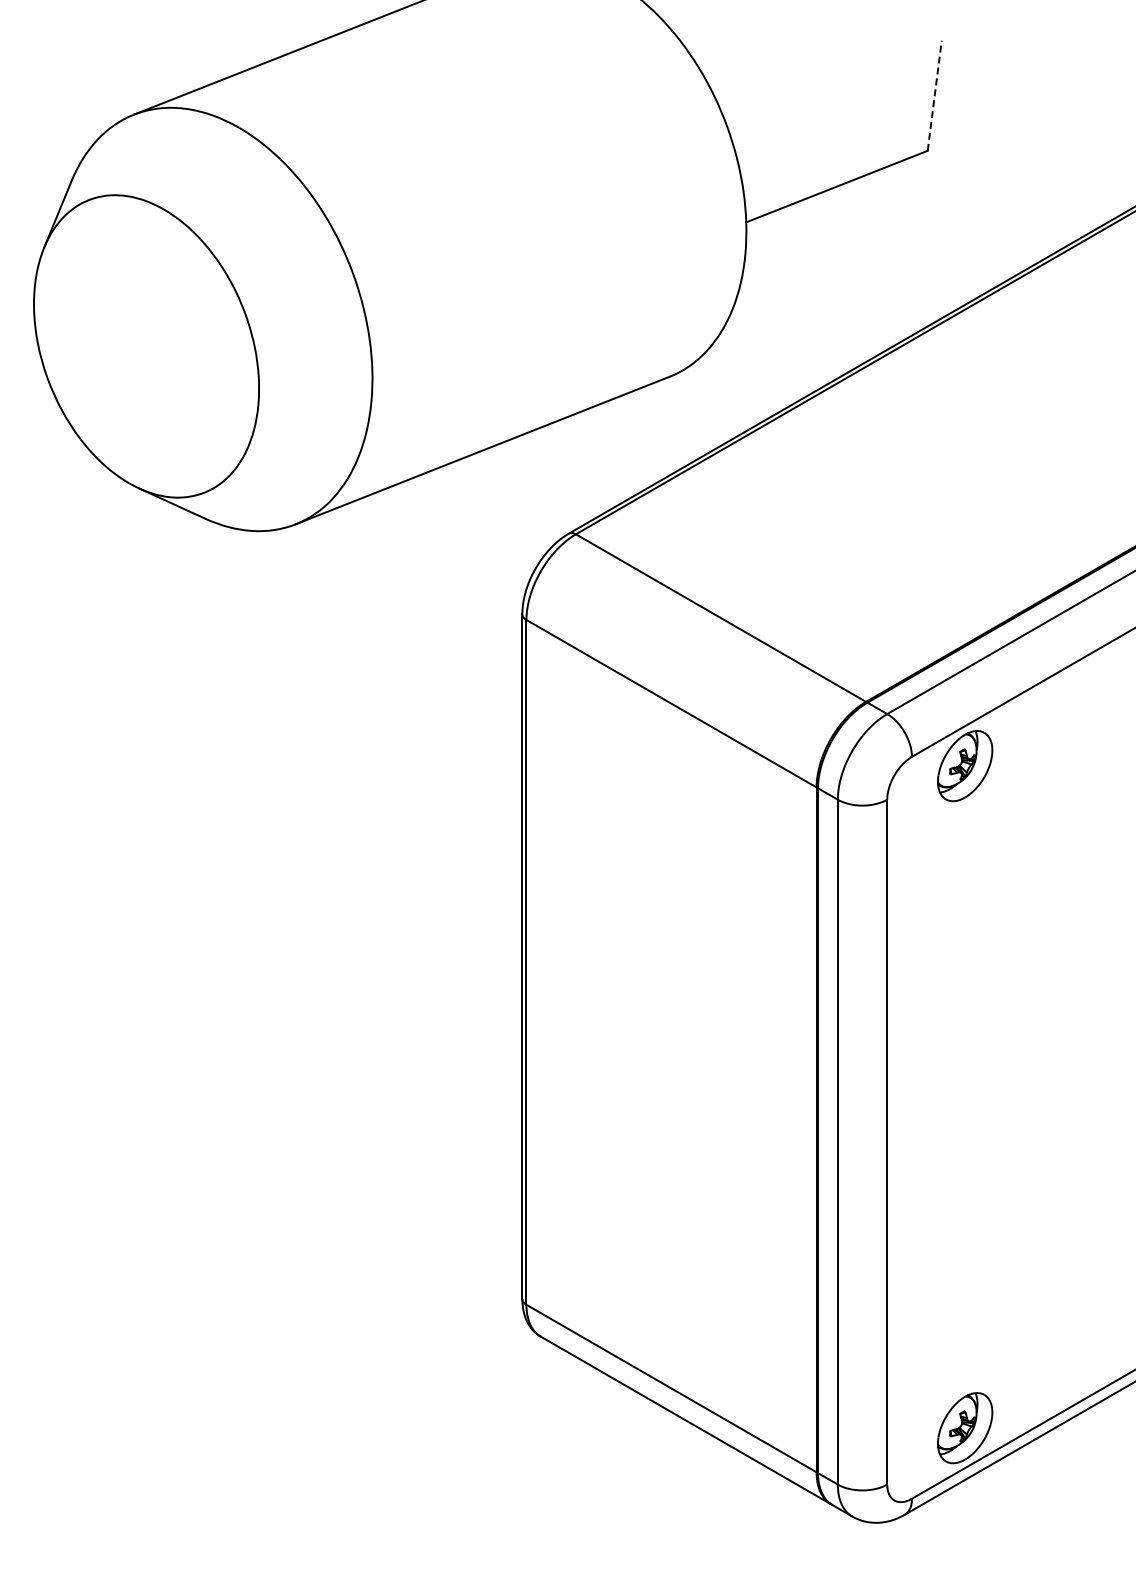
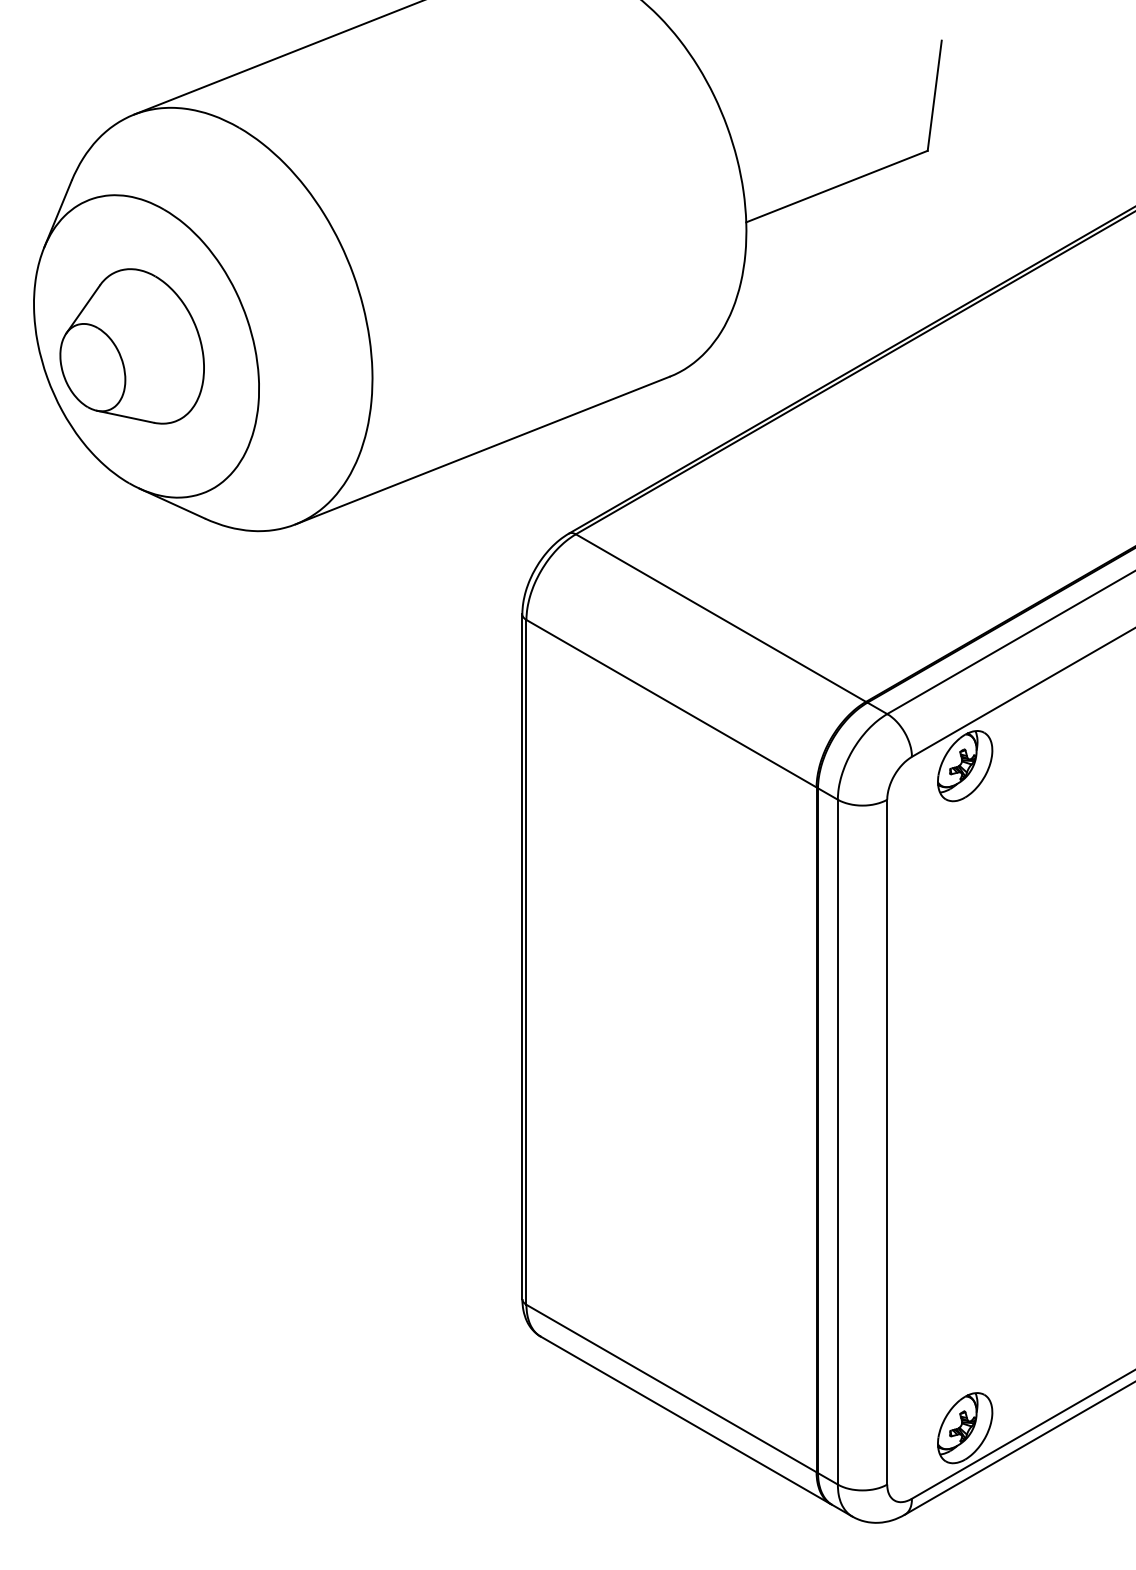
line at (934, 95): dashed -> solid
part at (131, 346): none -> present
